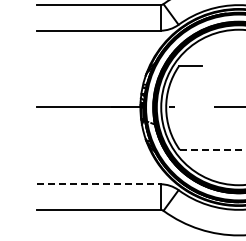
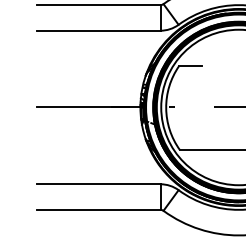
line at (212, 150): dashed -> solid
line at (98, 184): dashed -> solid
